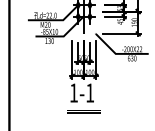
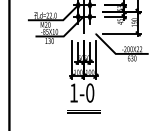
text at (90, 92): 1-1 -> 1-0
